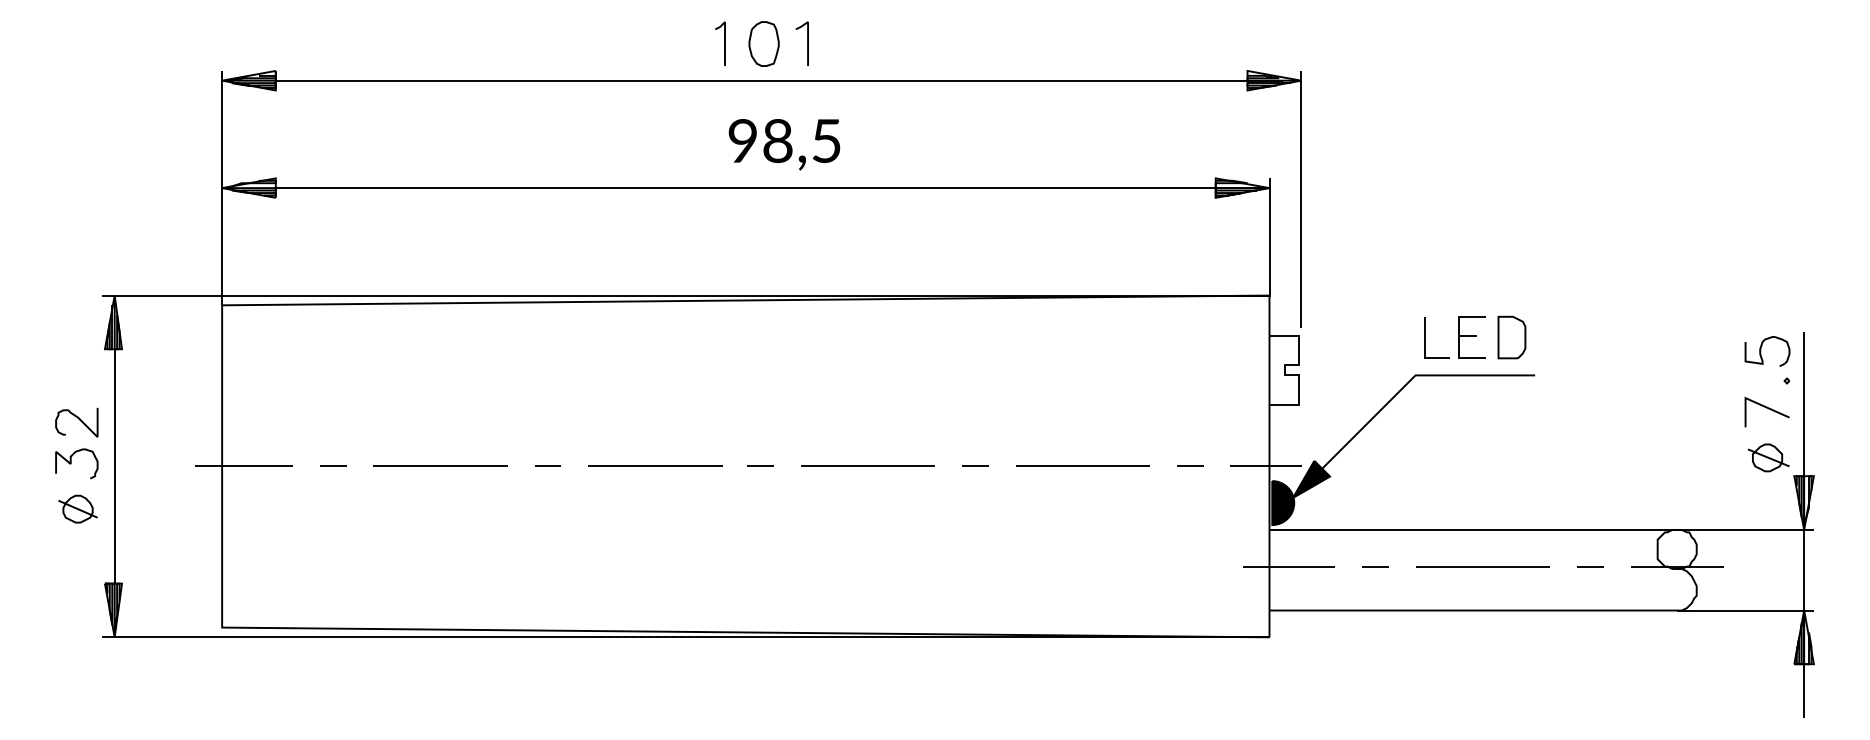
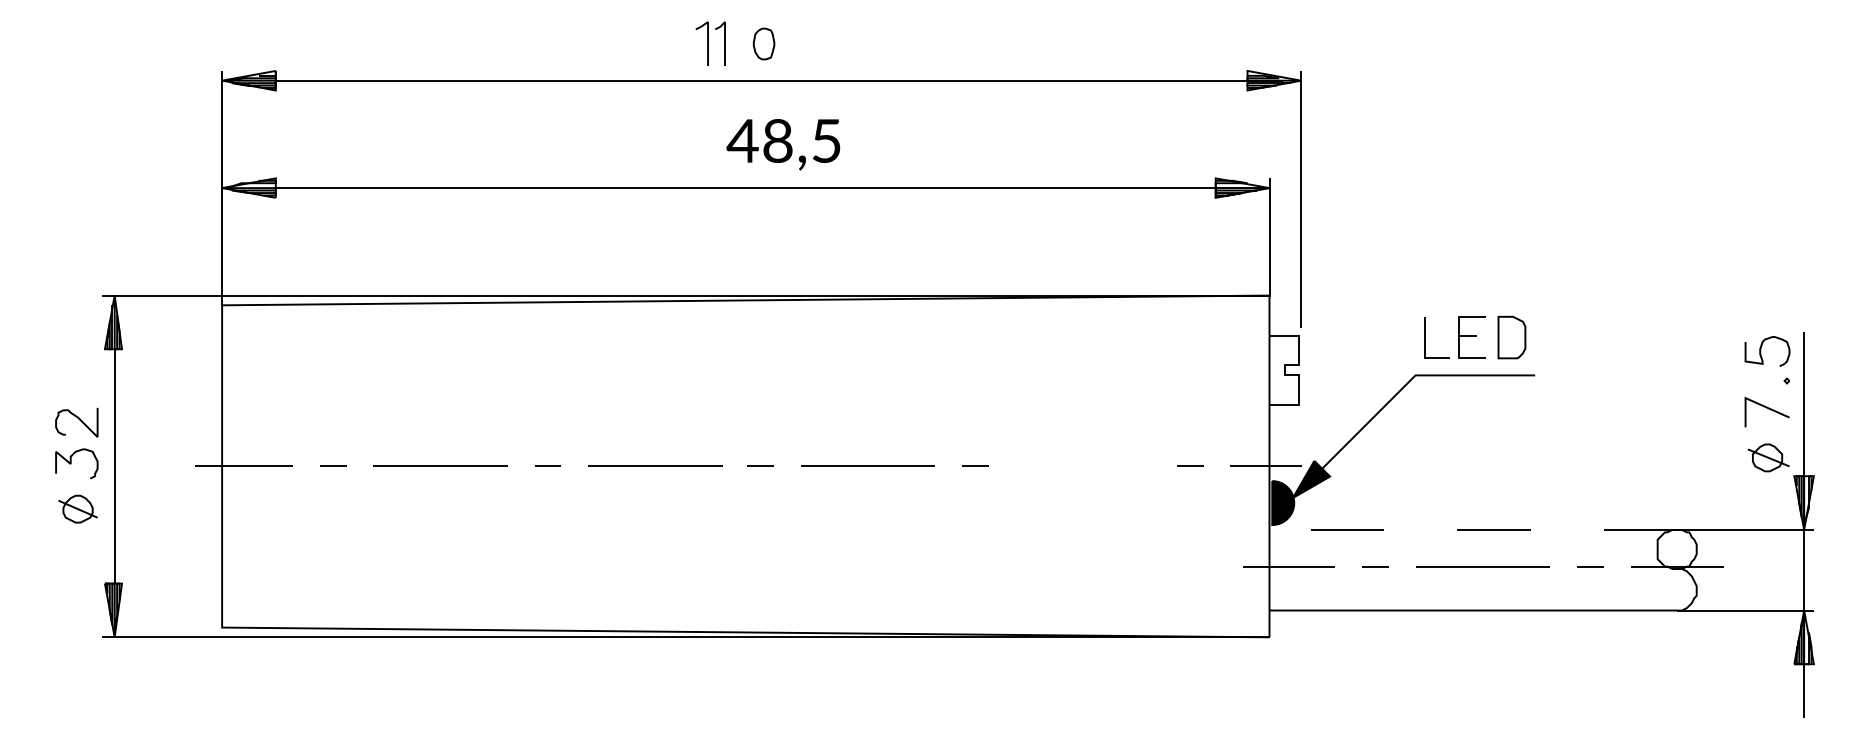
part at (763, 43) size: 32x46 px -> 24x34 px
line at (807, 43) position: (807, 43) -> (707, 43)
text at (742, 140): 98,5 -> 48,5
line at (1082, 465): present -> none
line at (1473, 529): solid -> dashed
